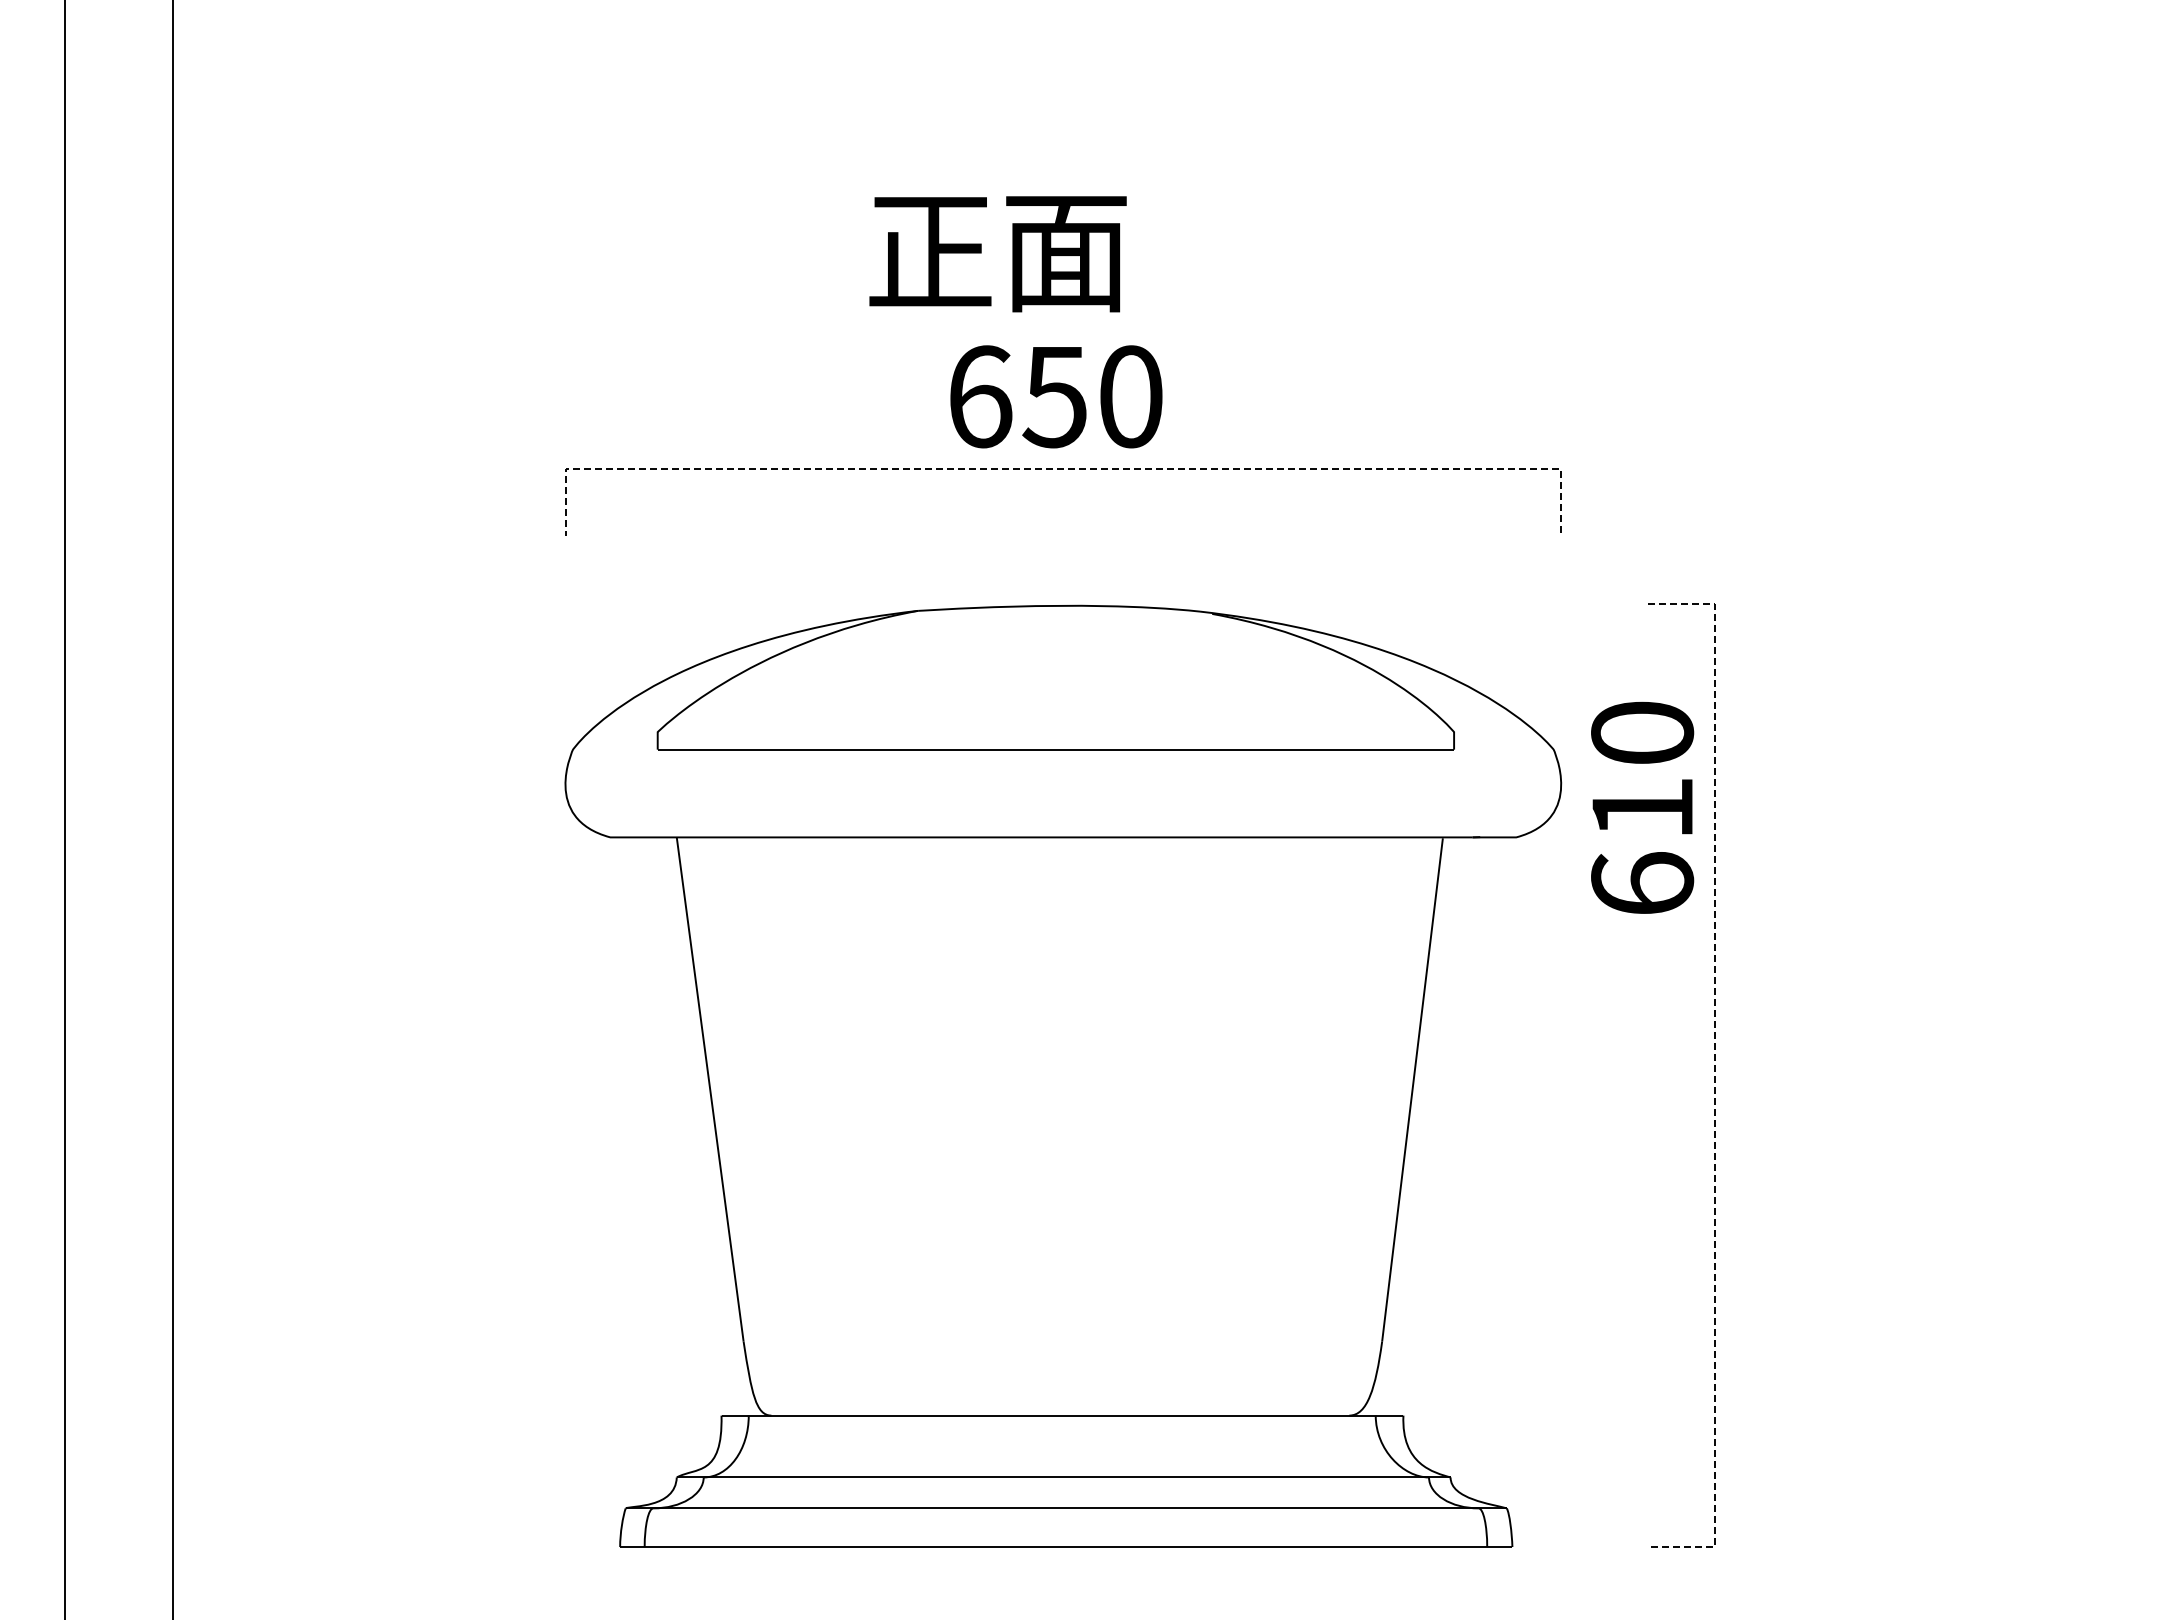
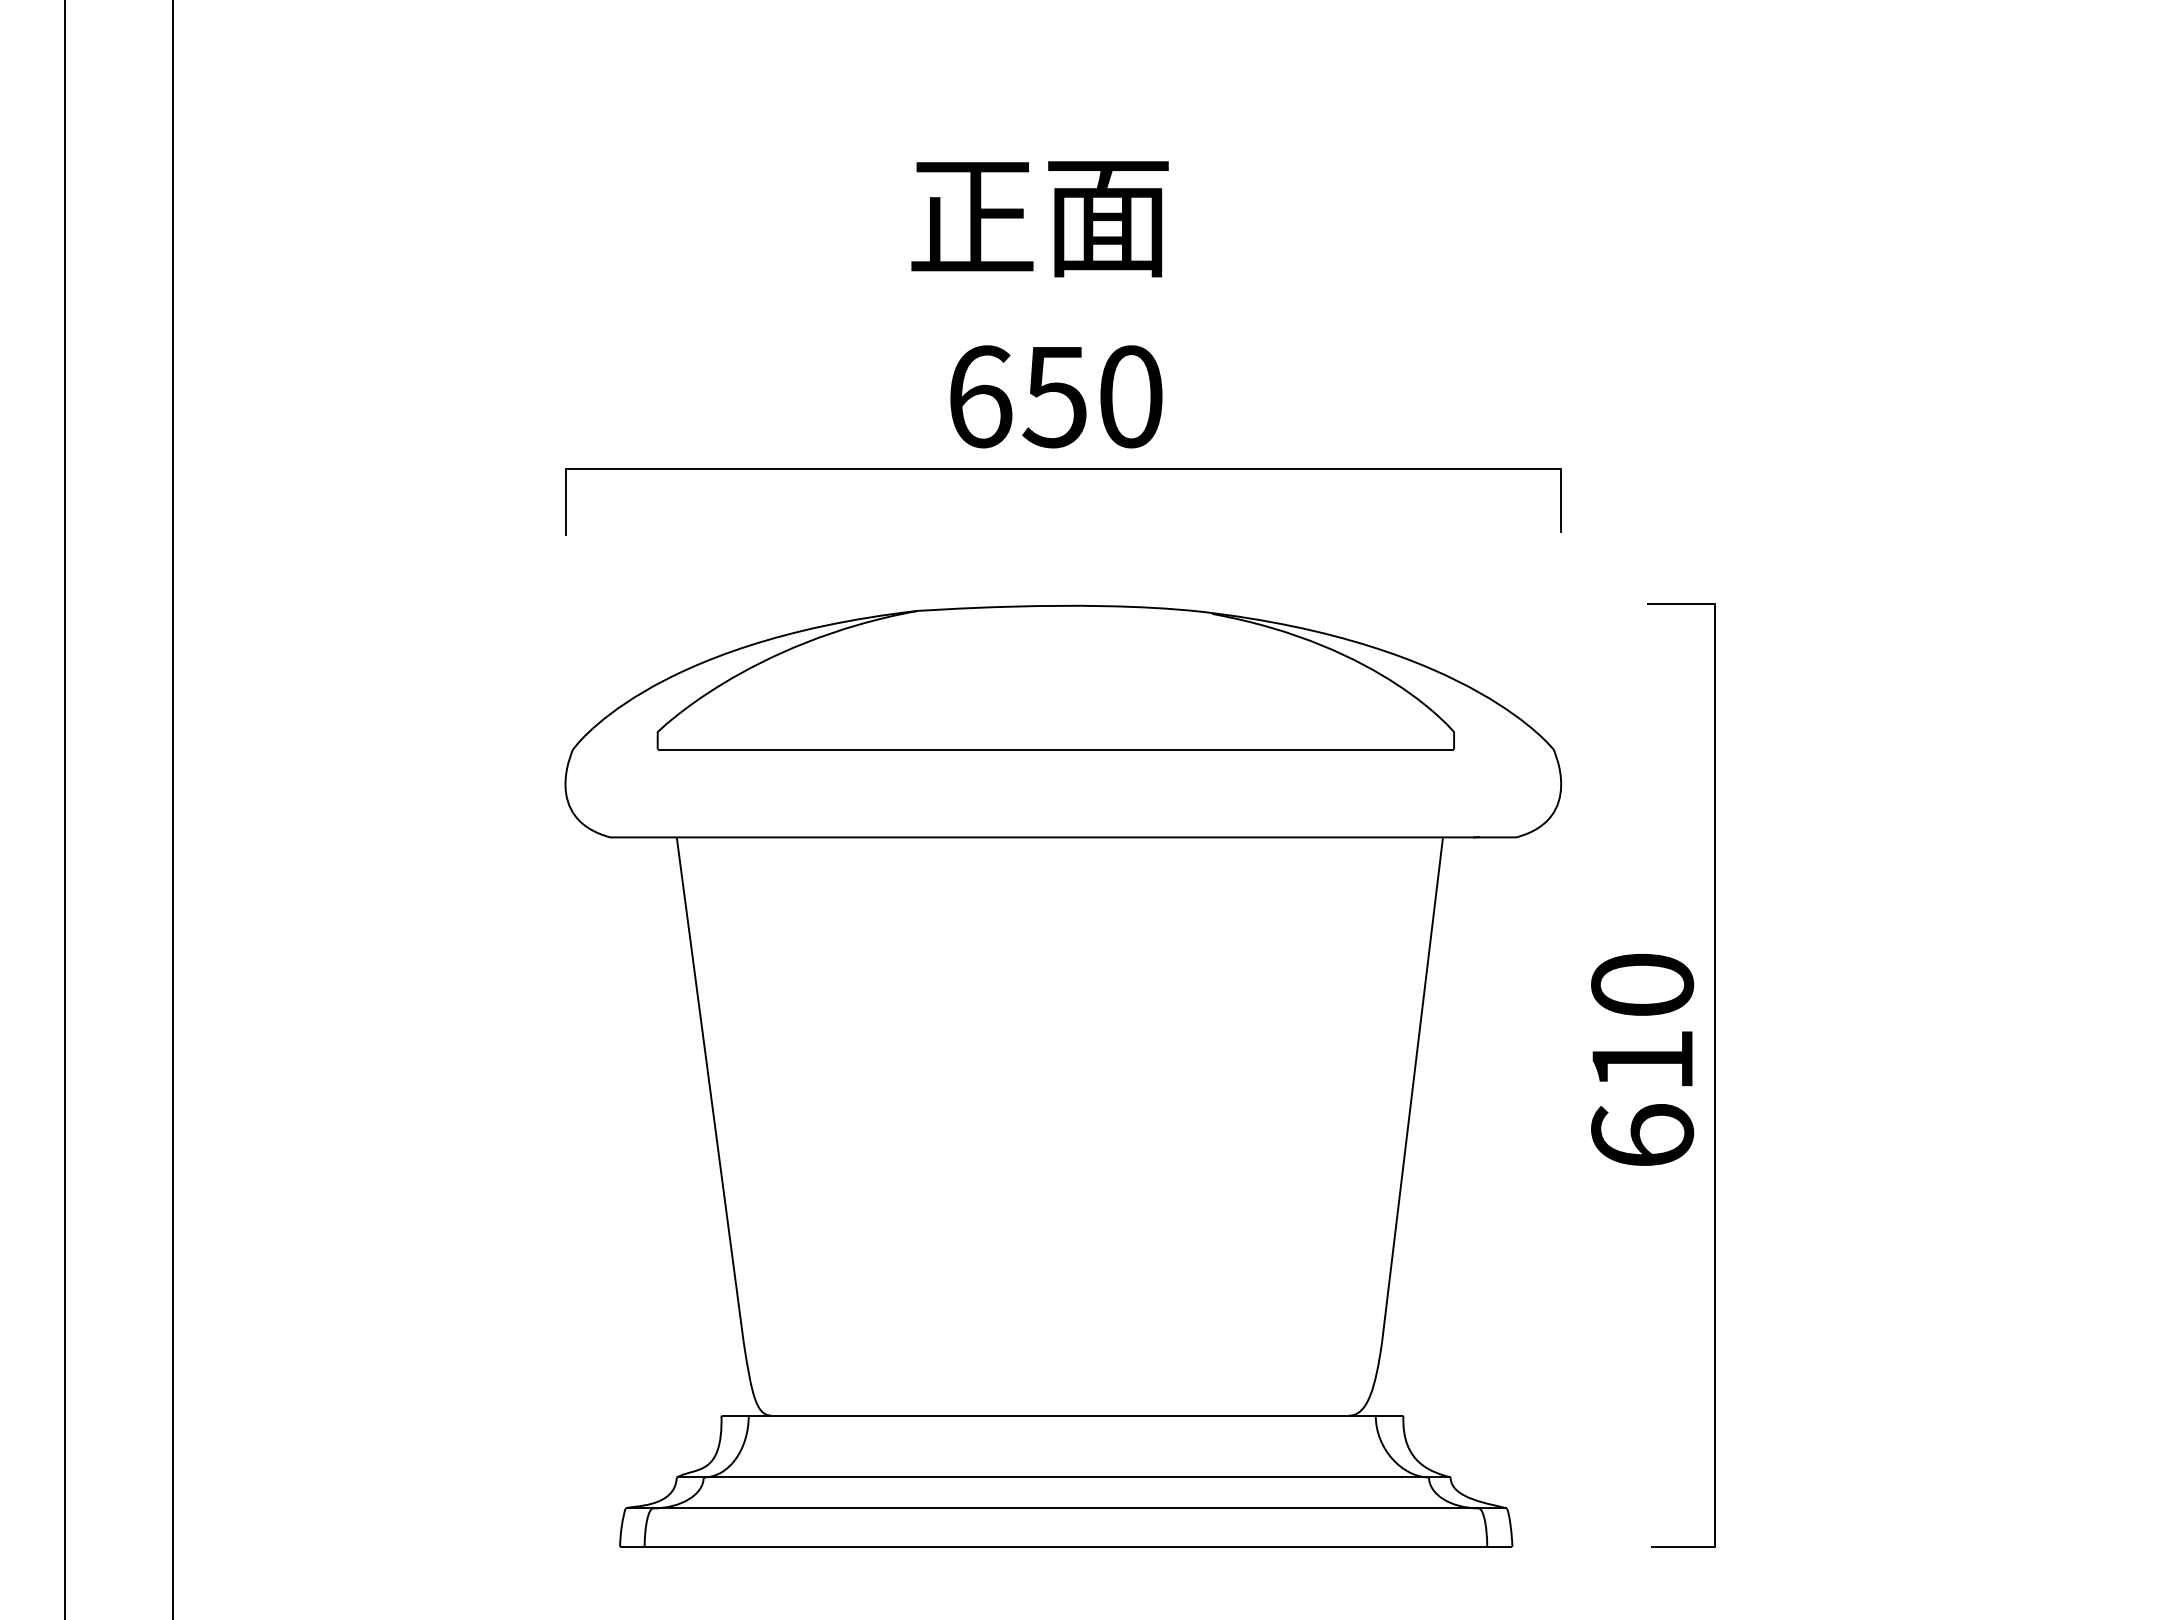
text at (997, 254) position: (997, 254) -> (1039, 219)
line at (1061, 468): dashed -> solid
text at (1642, 807) position: (1642, 807) -> (1642, 1059)
line at (1715, 1073): dashed -> solid
